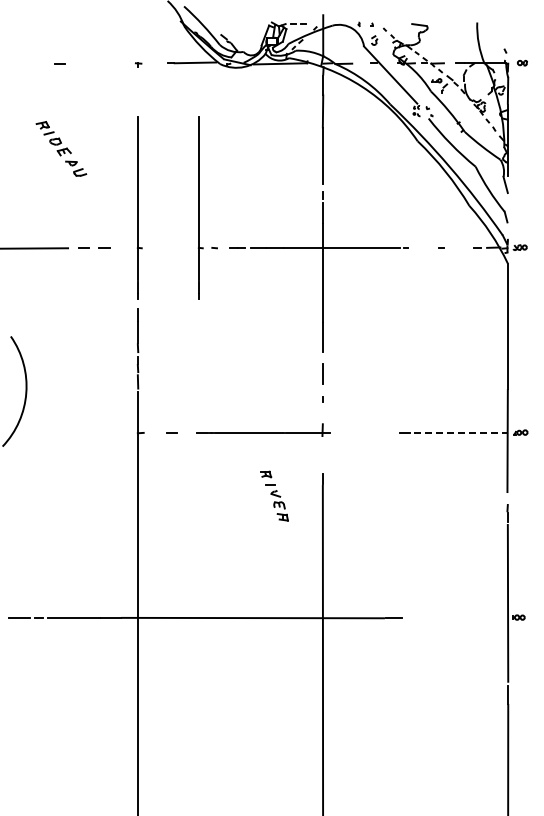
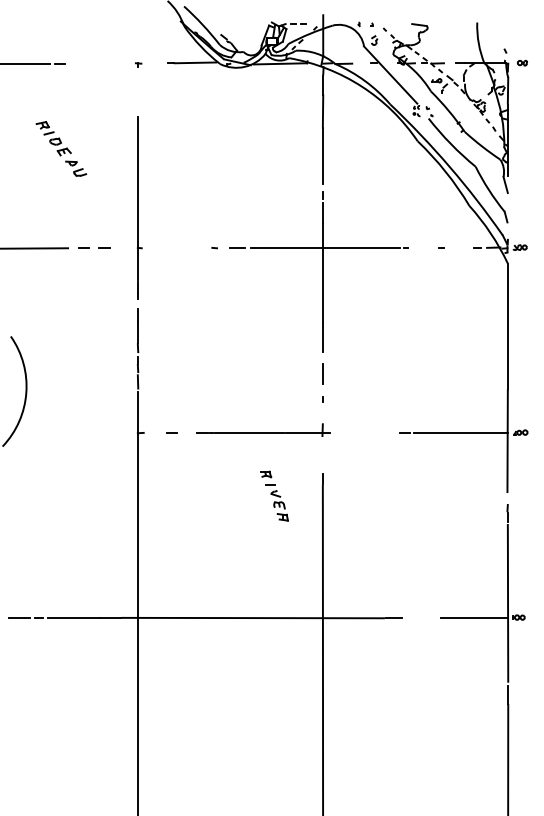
line at (26, 63): none -> present
part at (200, 207): present -> none
line at (461, 432): dashed -> solid
line at (474, 617): none -> present
